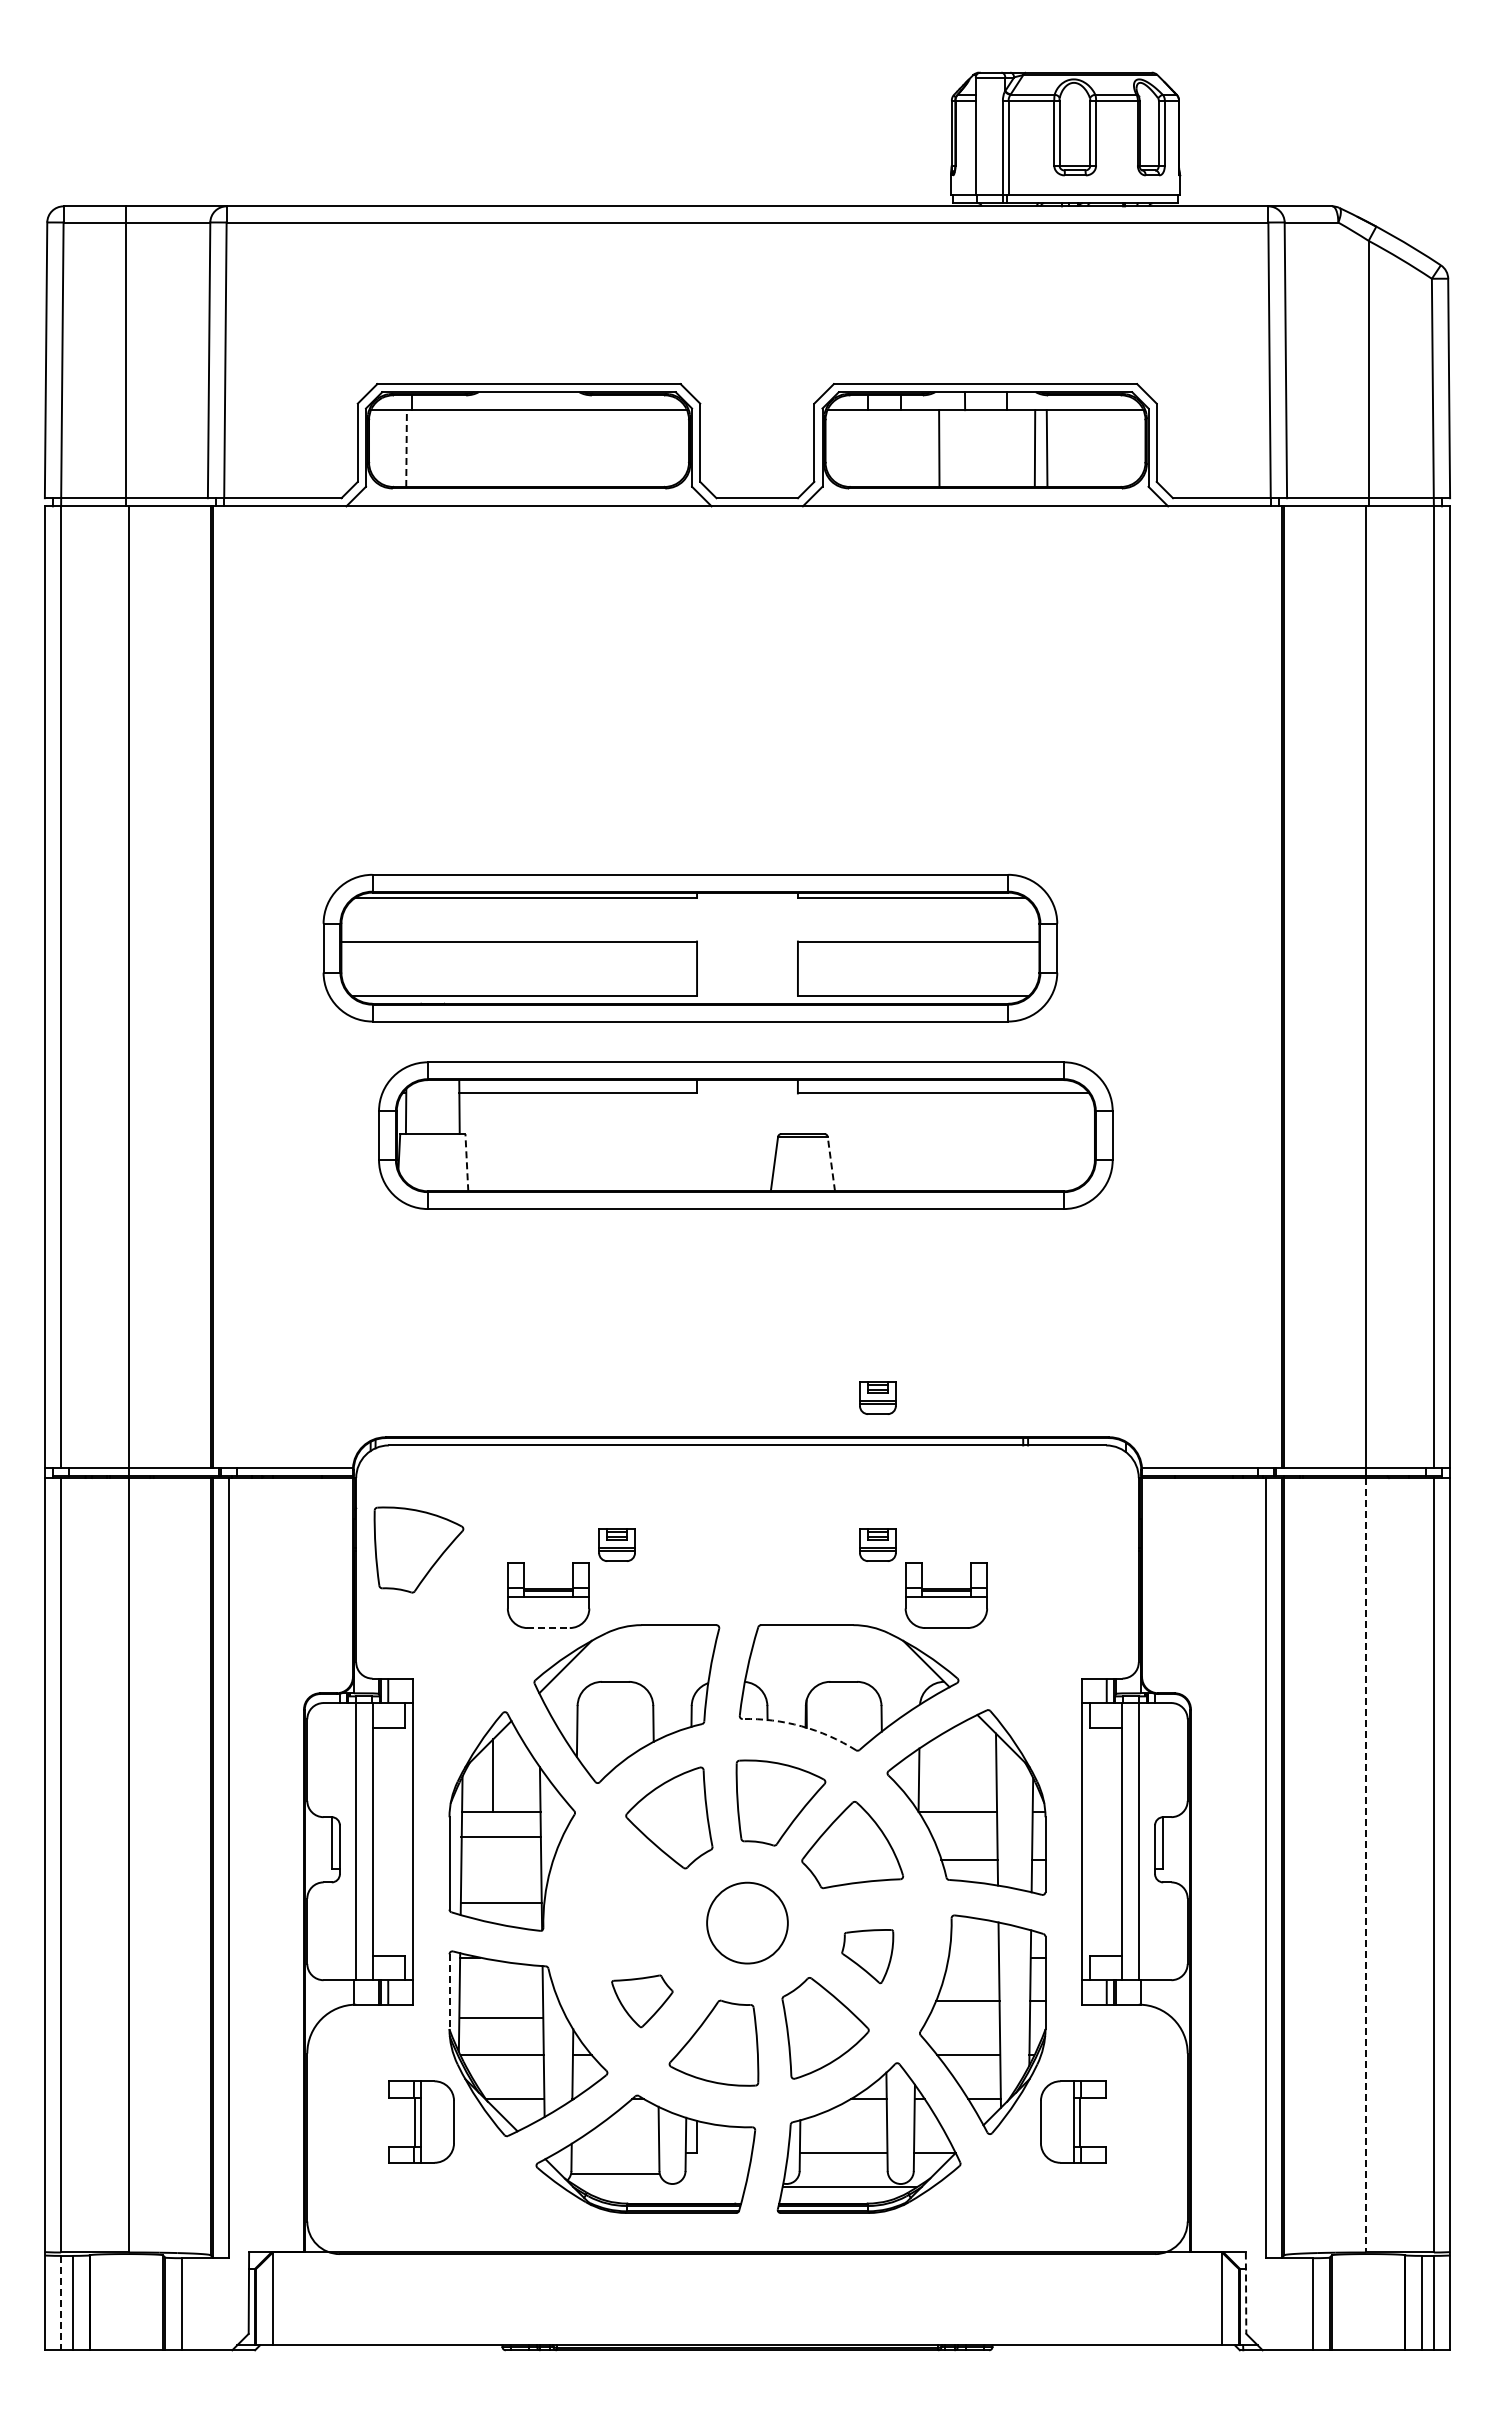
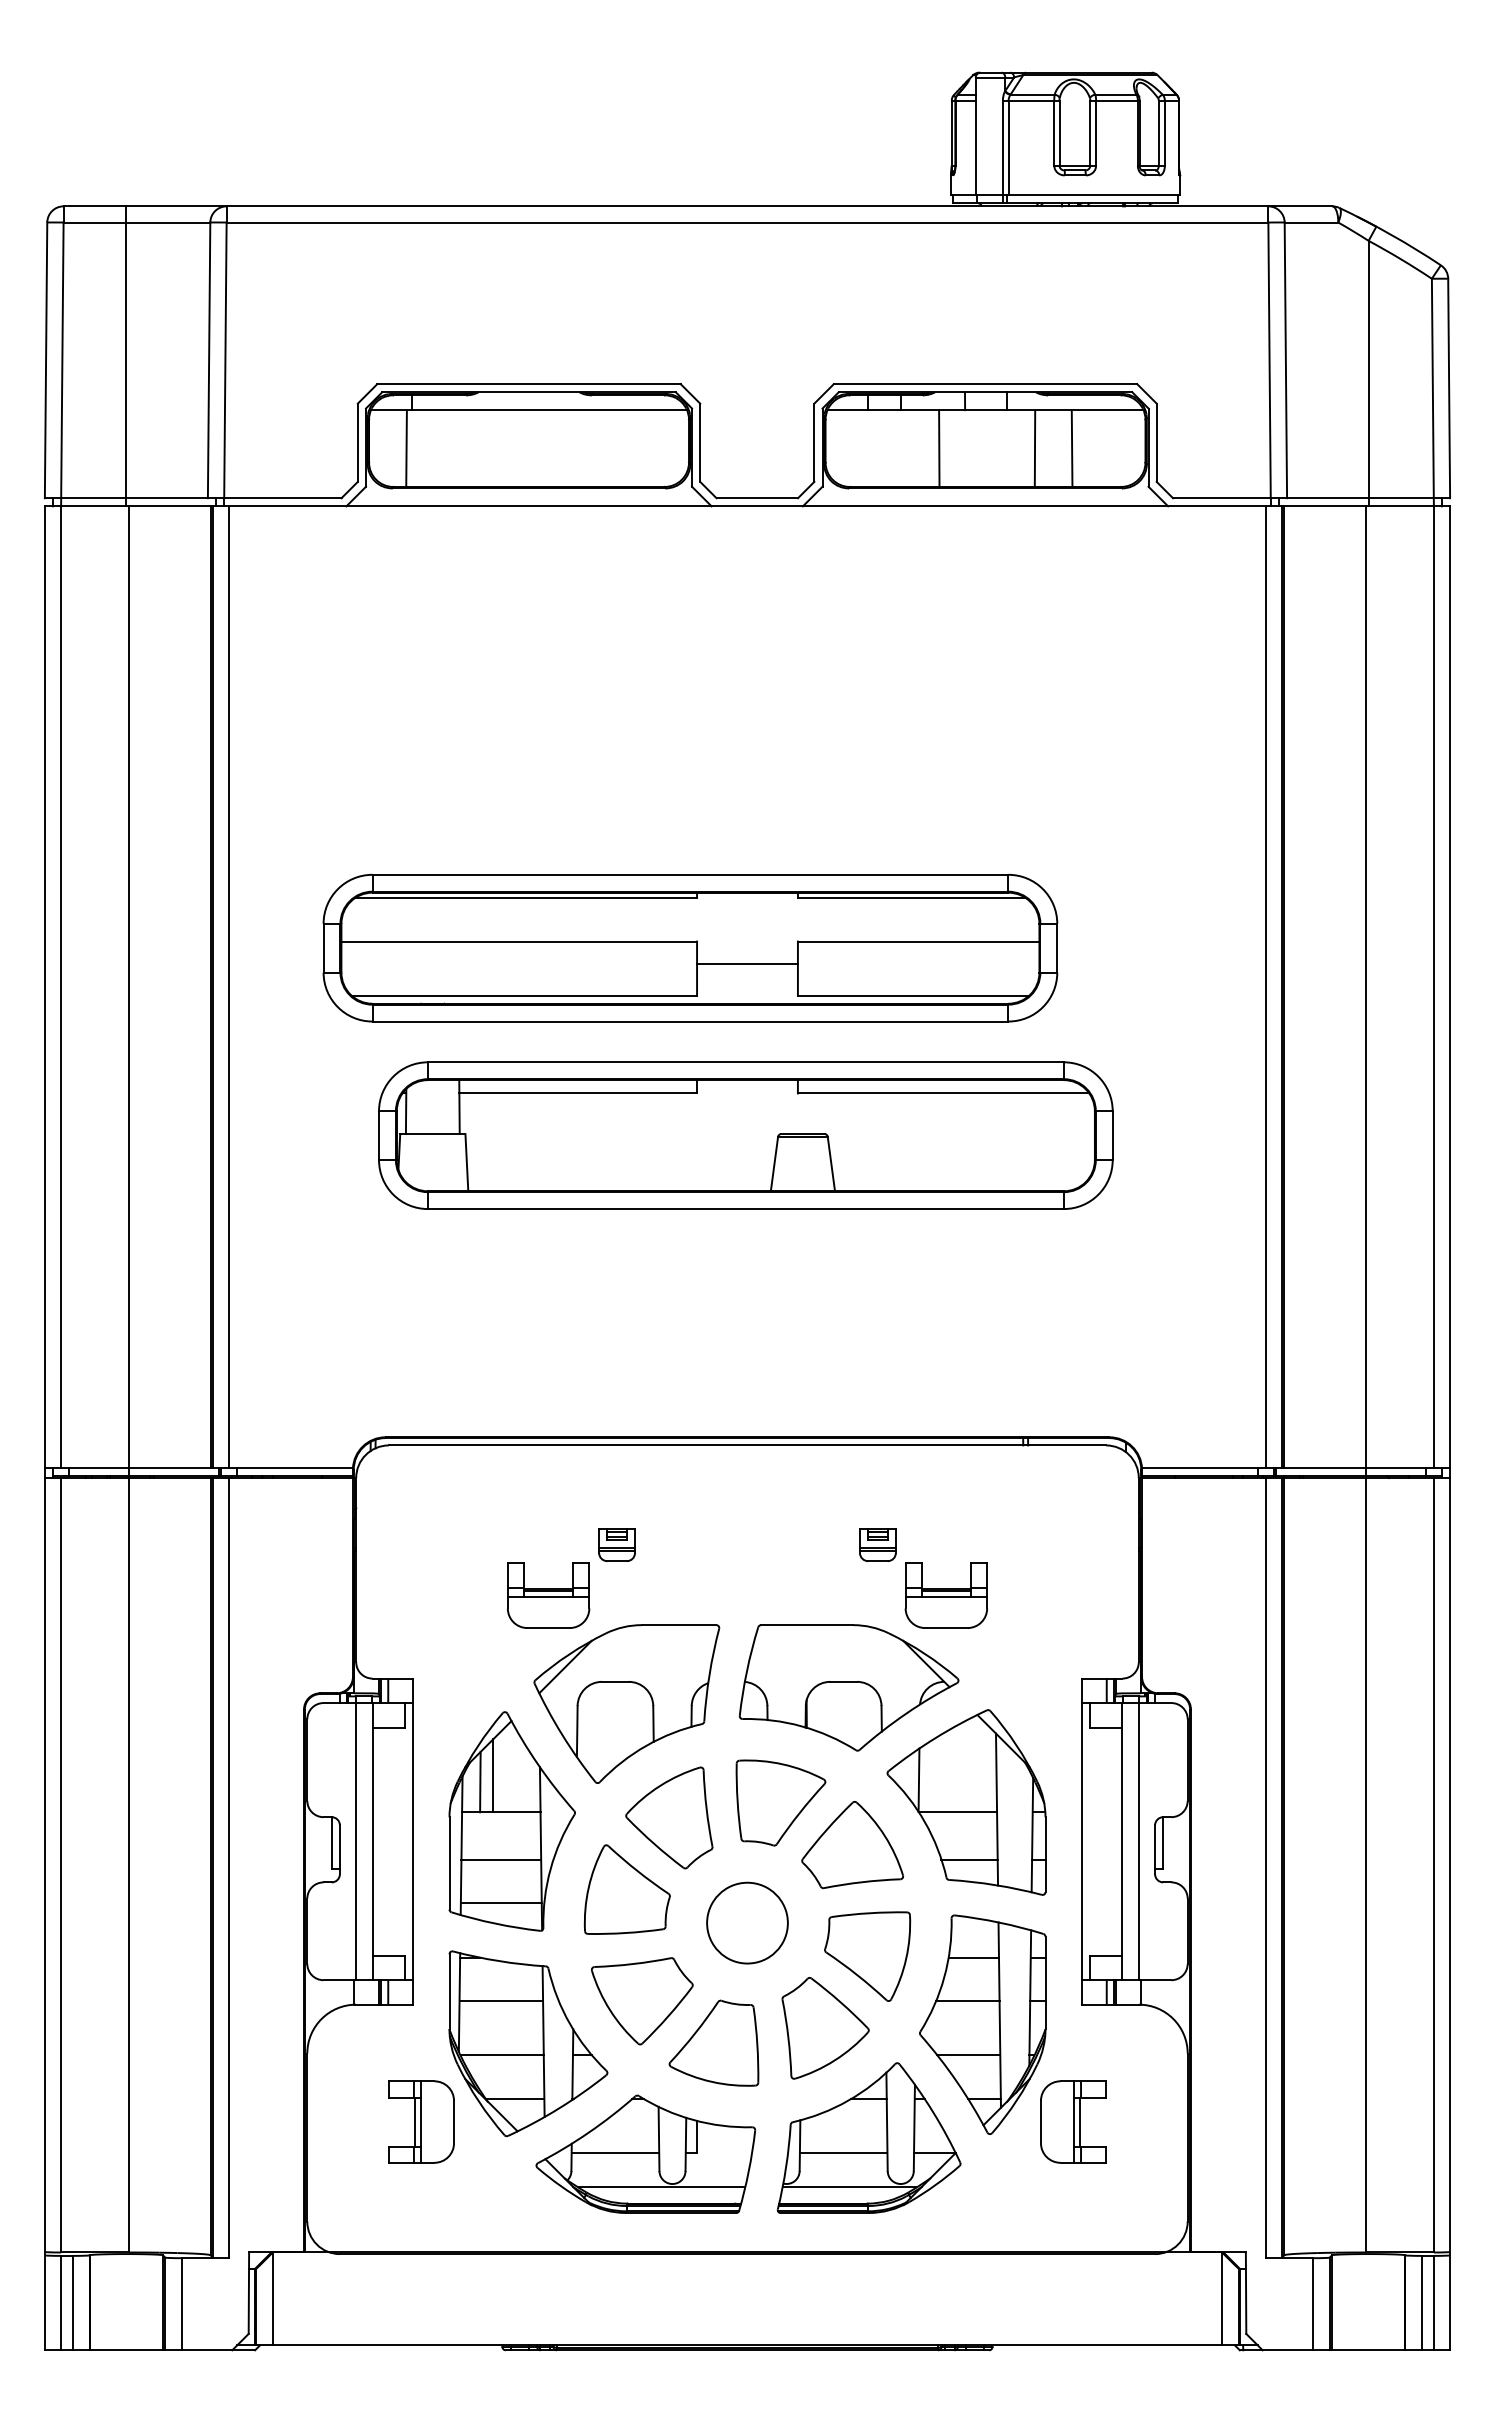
line at (406, 448): dashed -> solid
line at (1046, 448) position: (1046, 448) -> (1071, 448)
line at (747, 964): none -> present
line at (229, 987): none -> present
line at (1265, 987): none -> present
line at (466, 1162): dashed -> solid
line at (831, 1163): dashed -> solid
part at (877, 1397): present -> none
part at (418, 1549): present -> none
line at (549, 1628): dashed -> solid
arc at (801, 1726): dashed -> solid
line at (480, 1781): none -> present
line at (501, 1836) position: (501, 1836) -> (501, 1859)
line at (1365, 1865): dashed -> solid
part at (626, 1889): none -> present
part at (867, 1956) size: 54x56 px -> 88x91 px
line at (973, 1957): none -> present
line at (449, 1992): dashed -> solid
part at (642, 2001) size: 63x55 px -> 103x89 px
line at (501, 2018) position: (501, 2018) -> (501, 2001)
line at (615, 2174) position: (615, 2174) -> (615, 2153)
line at (661, 2187): none -> present
line at (1246, 2293): dashed -> solid
line at (61, 2303): dashed -> solid
